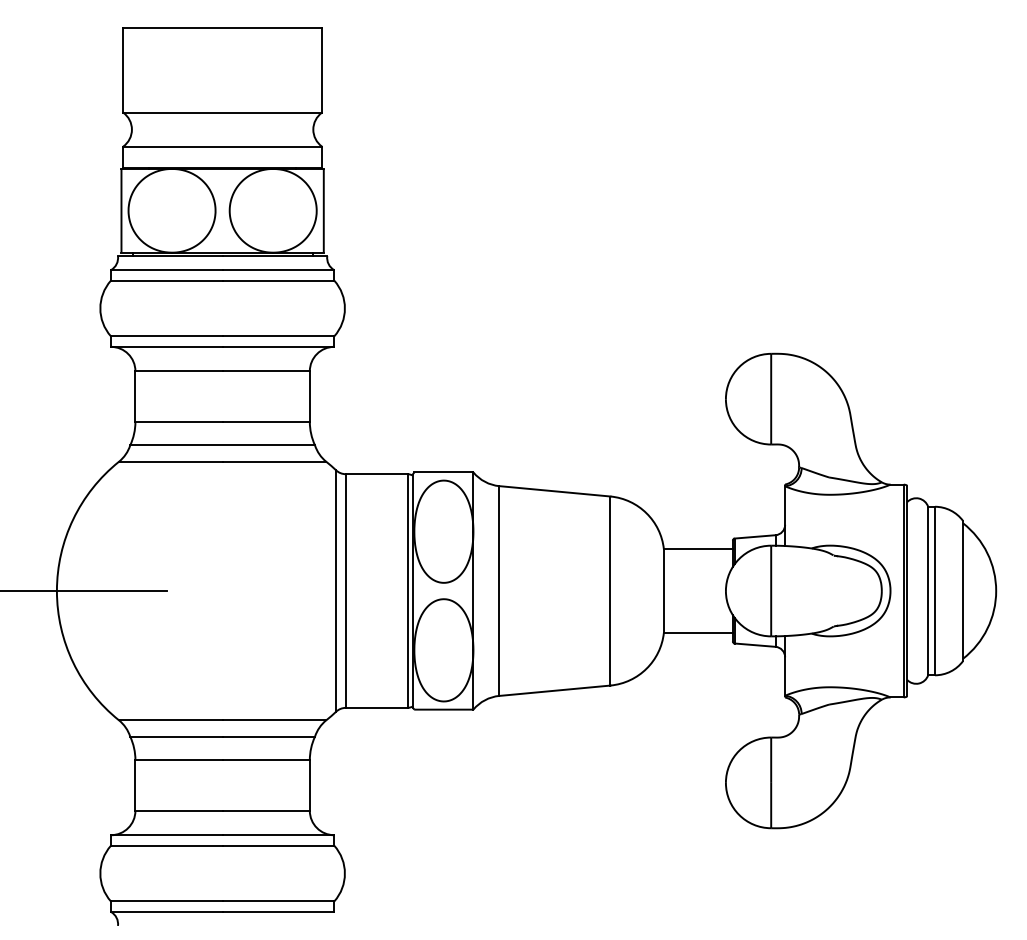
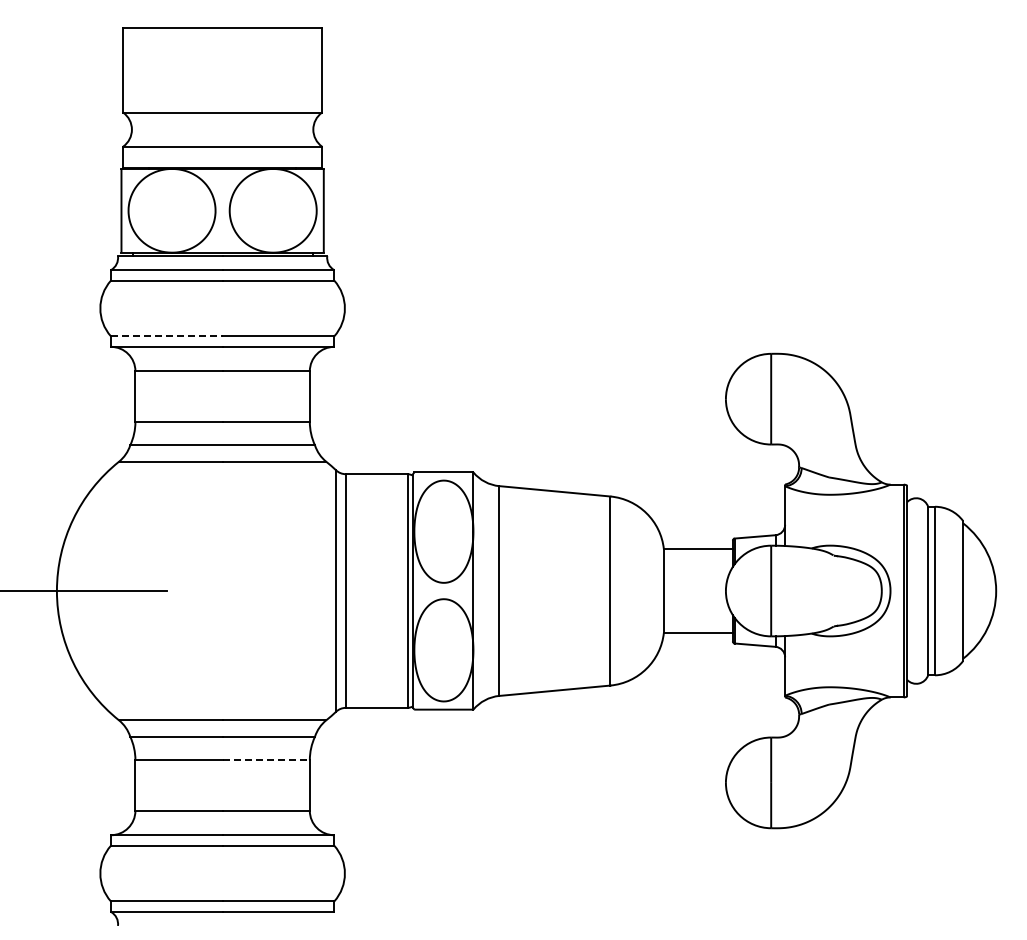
line at (166, 336): solid -> dashed
line at (266, 760): solid -> dashed
